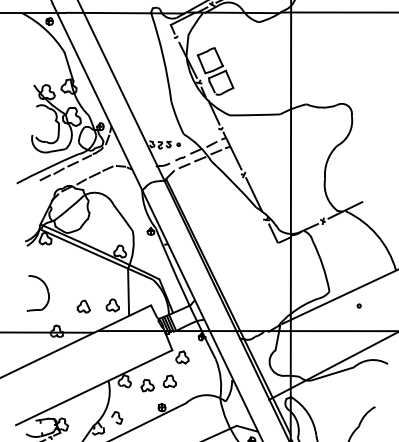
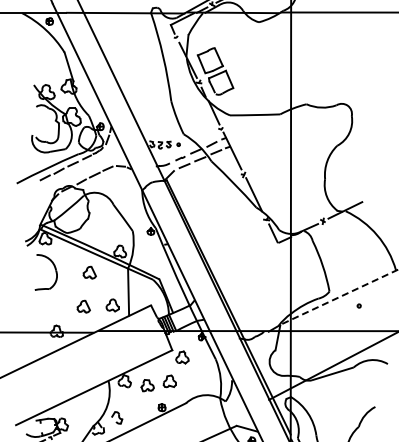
part at (89, 272): none -> present
part at (46, 289) position: (46, 289) -> (54, 268)
line at (341, 296): solid -> dashed
